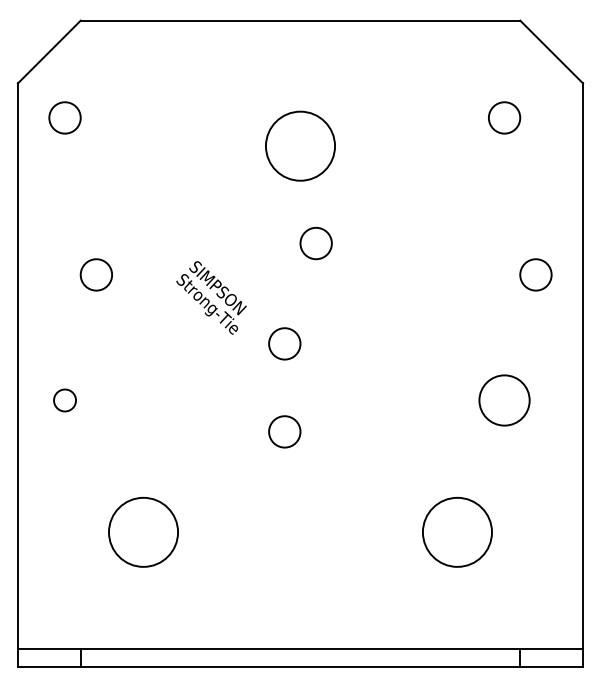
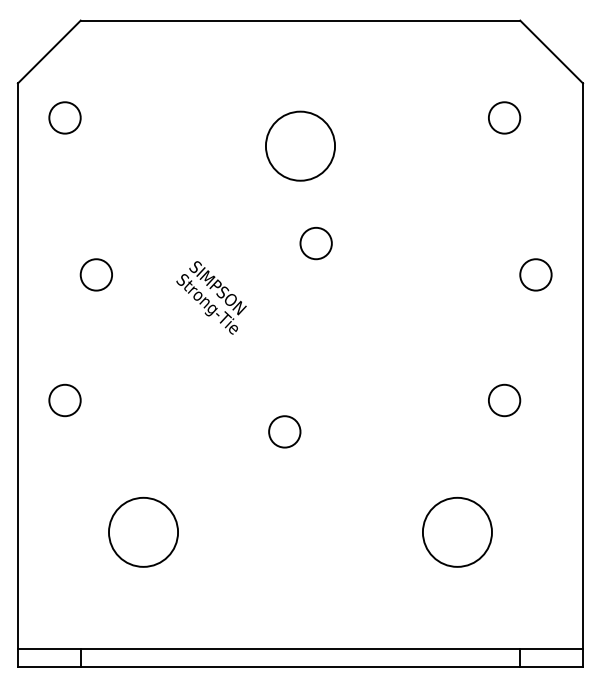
circle at (284, 343): present -> none
circle at (64, 400) size: 24x25 px -> 34x35 px
circle at (504, 400) diameter: 50 px -> 31 px
